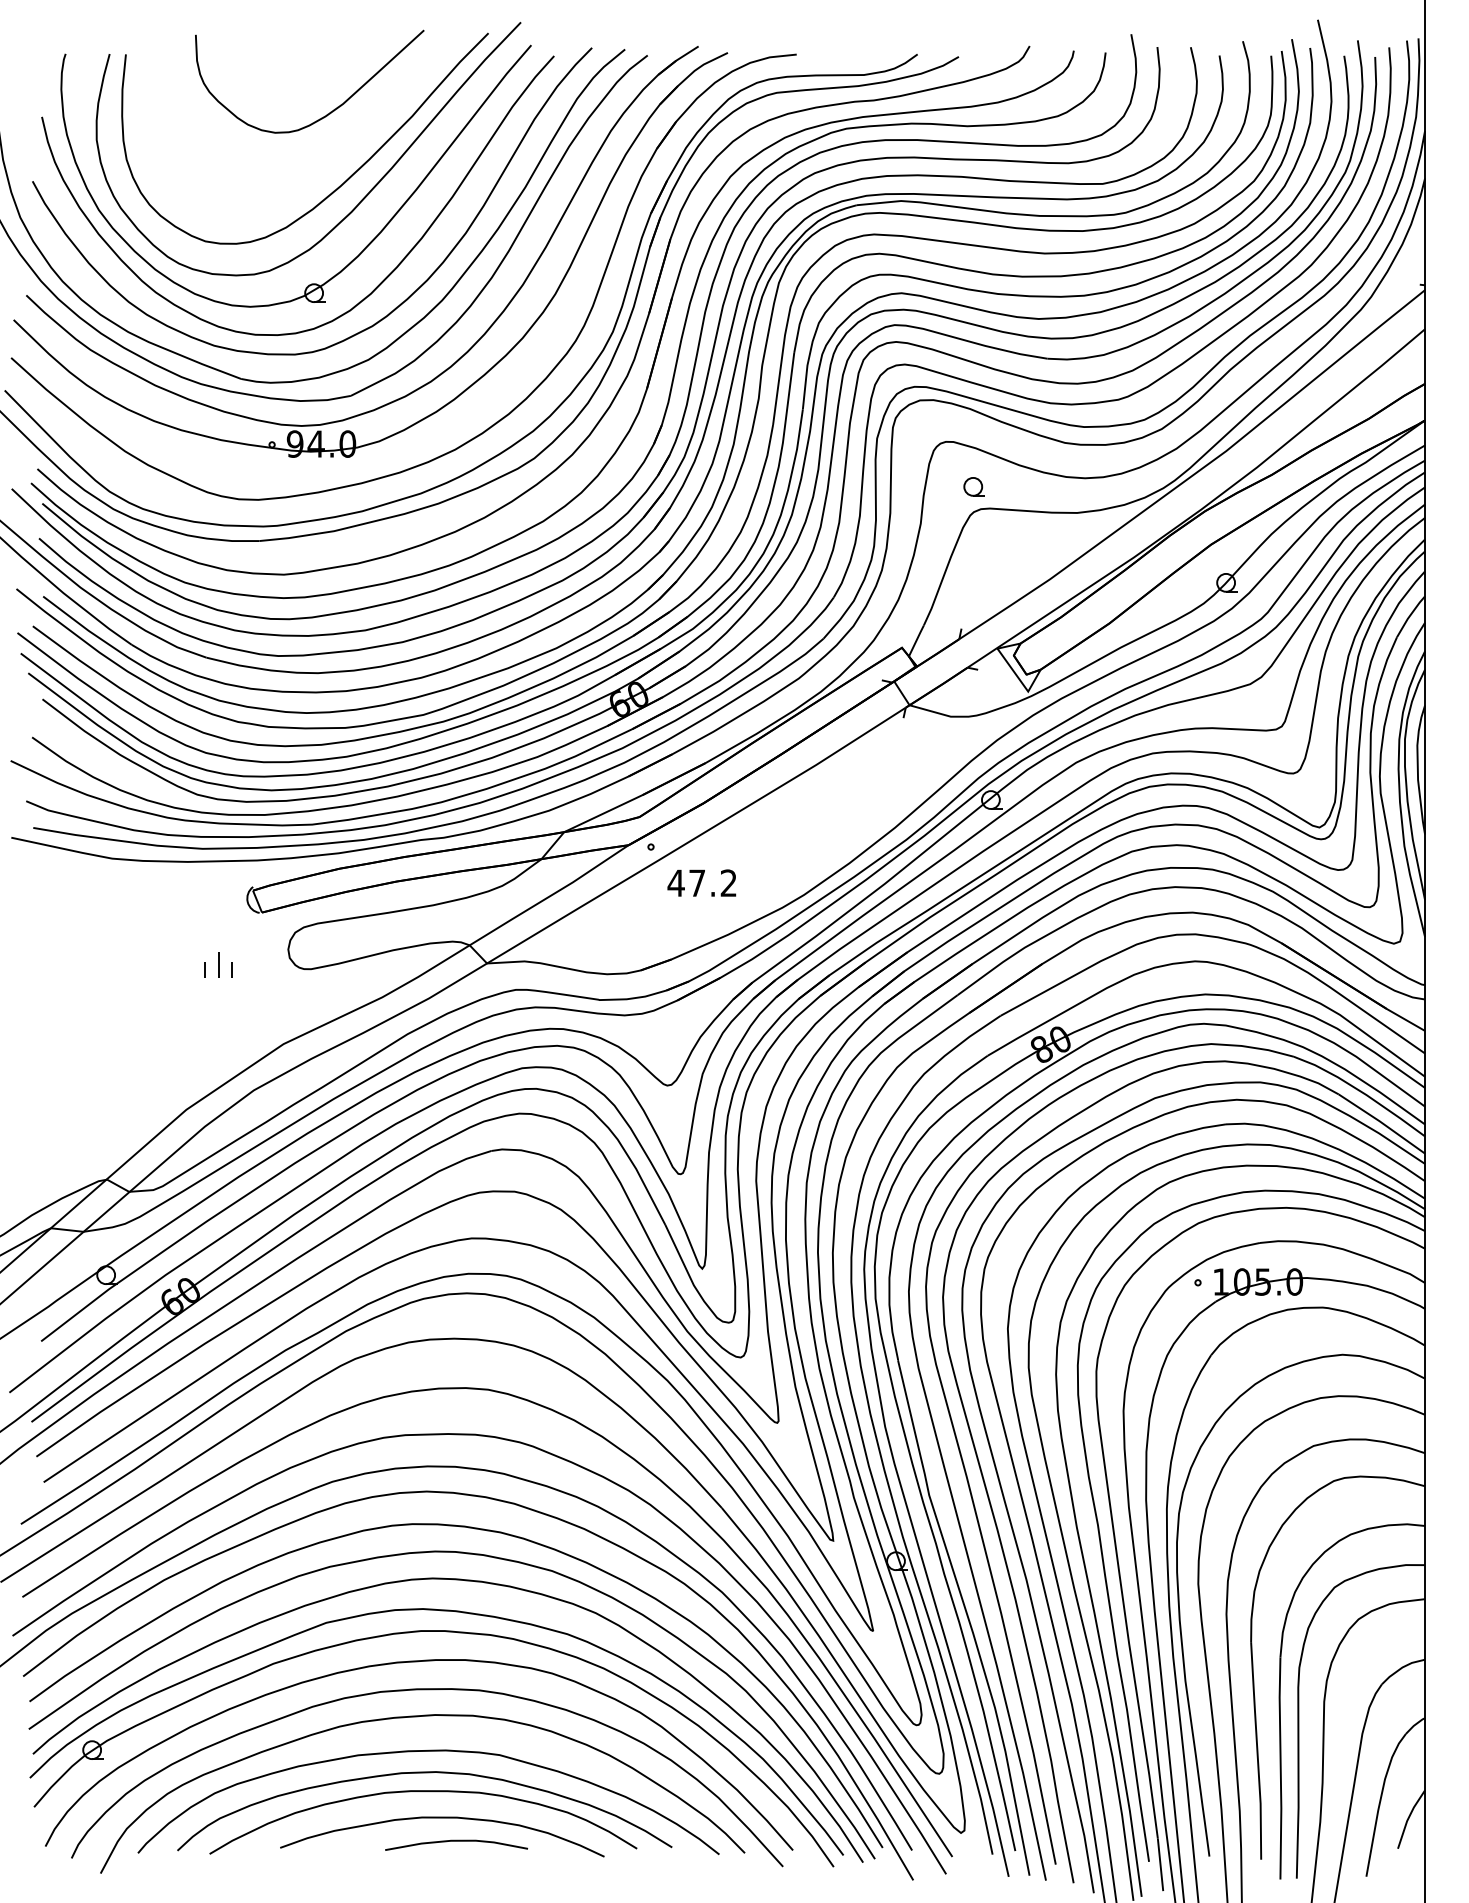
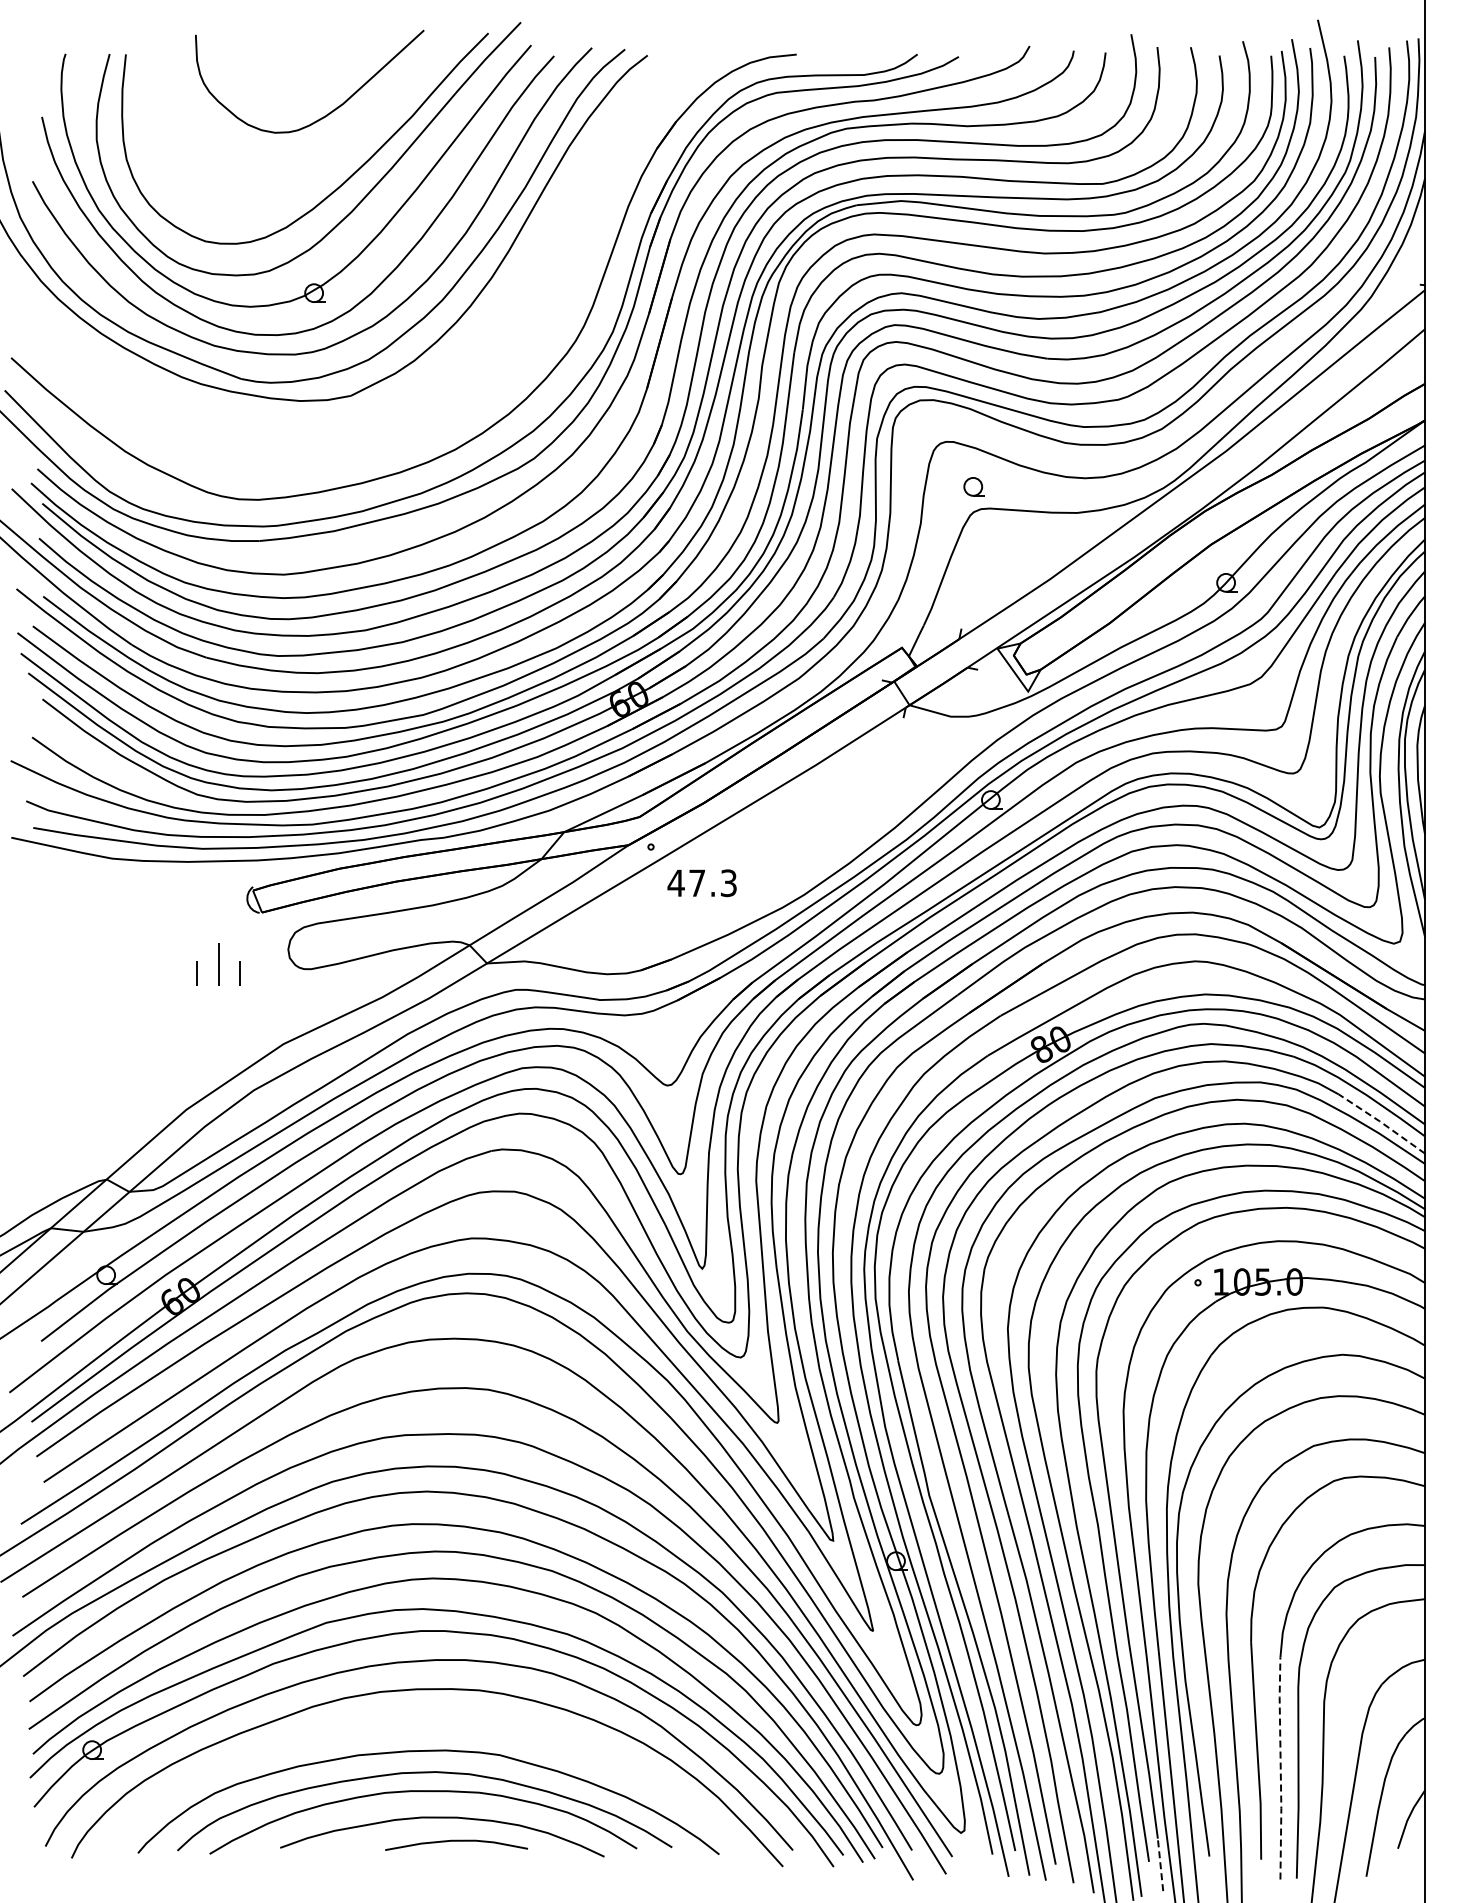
part at (460, 356): present -> none
text at (728, 883): 47.2 -> 47.3
part at (218, 964) size: 29x26 px -> 45x43 px
line at (1381, 1122): solid -> dashed
curve at (418, 1717): present -> none
line at (1280, 1767): solid -> dashed
line at (1160, 1864): solid -> dashed
